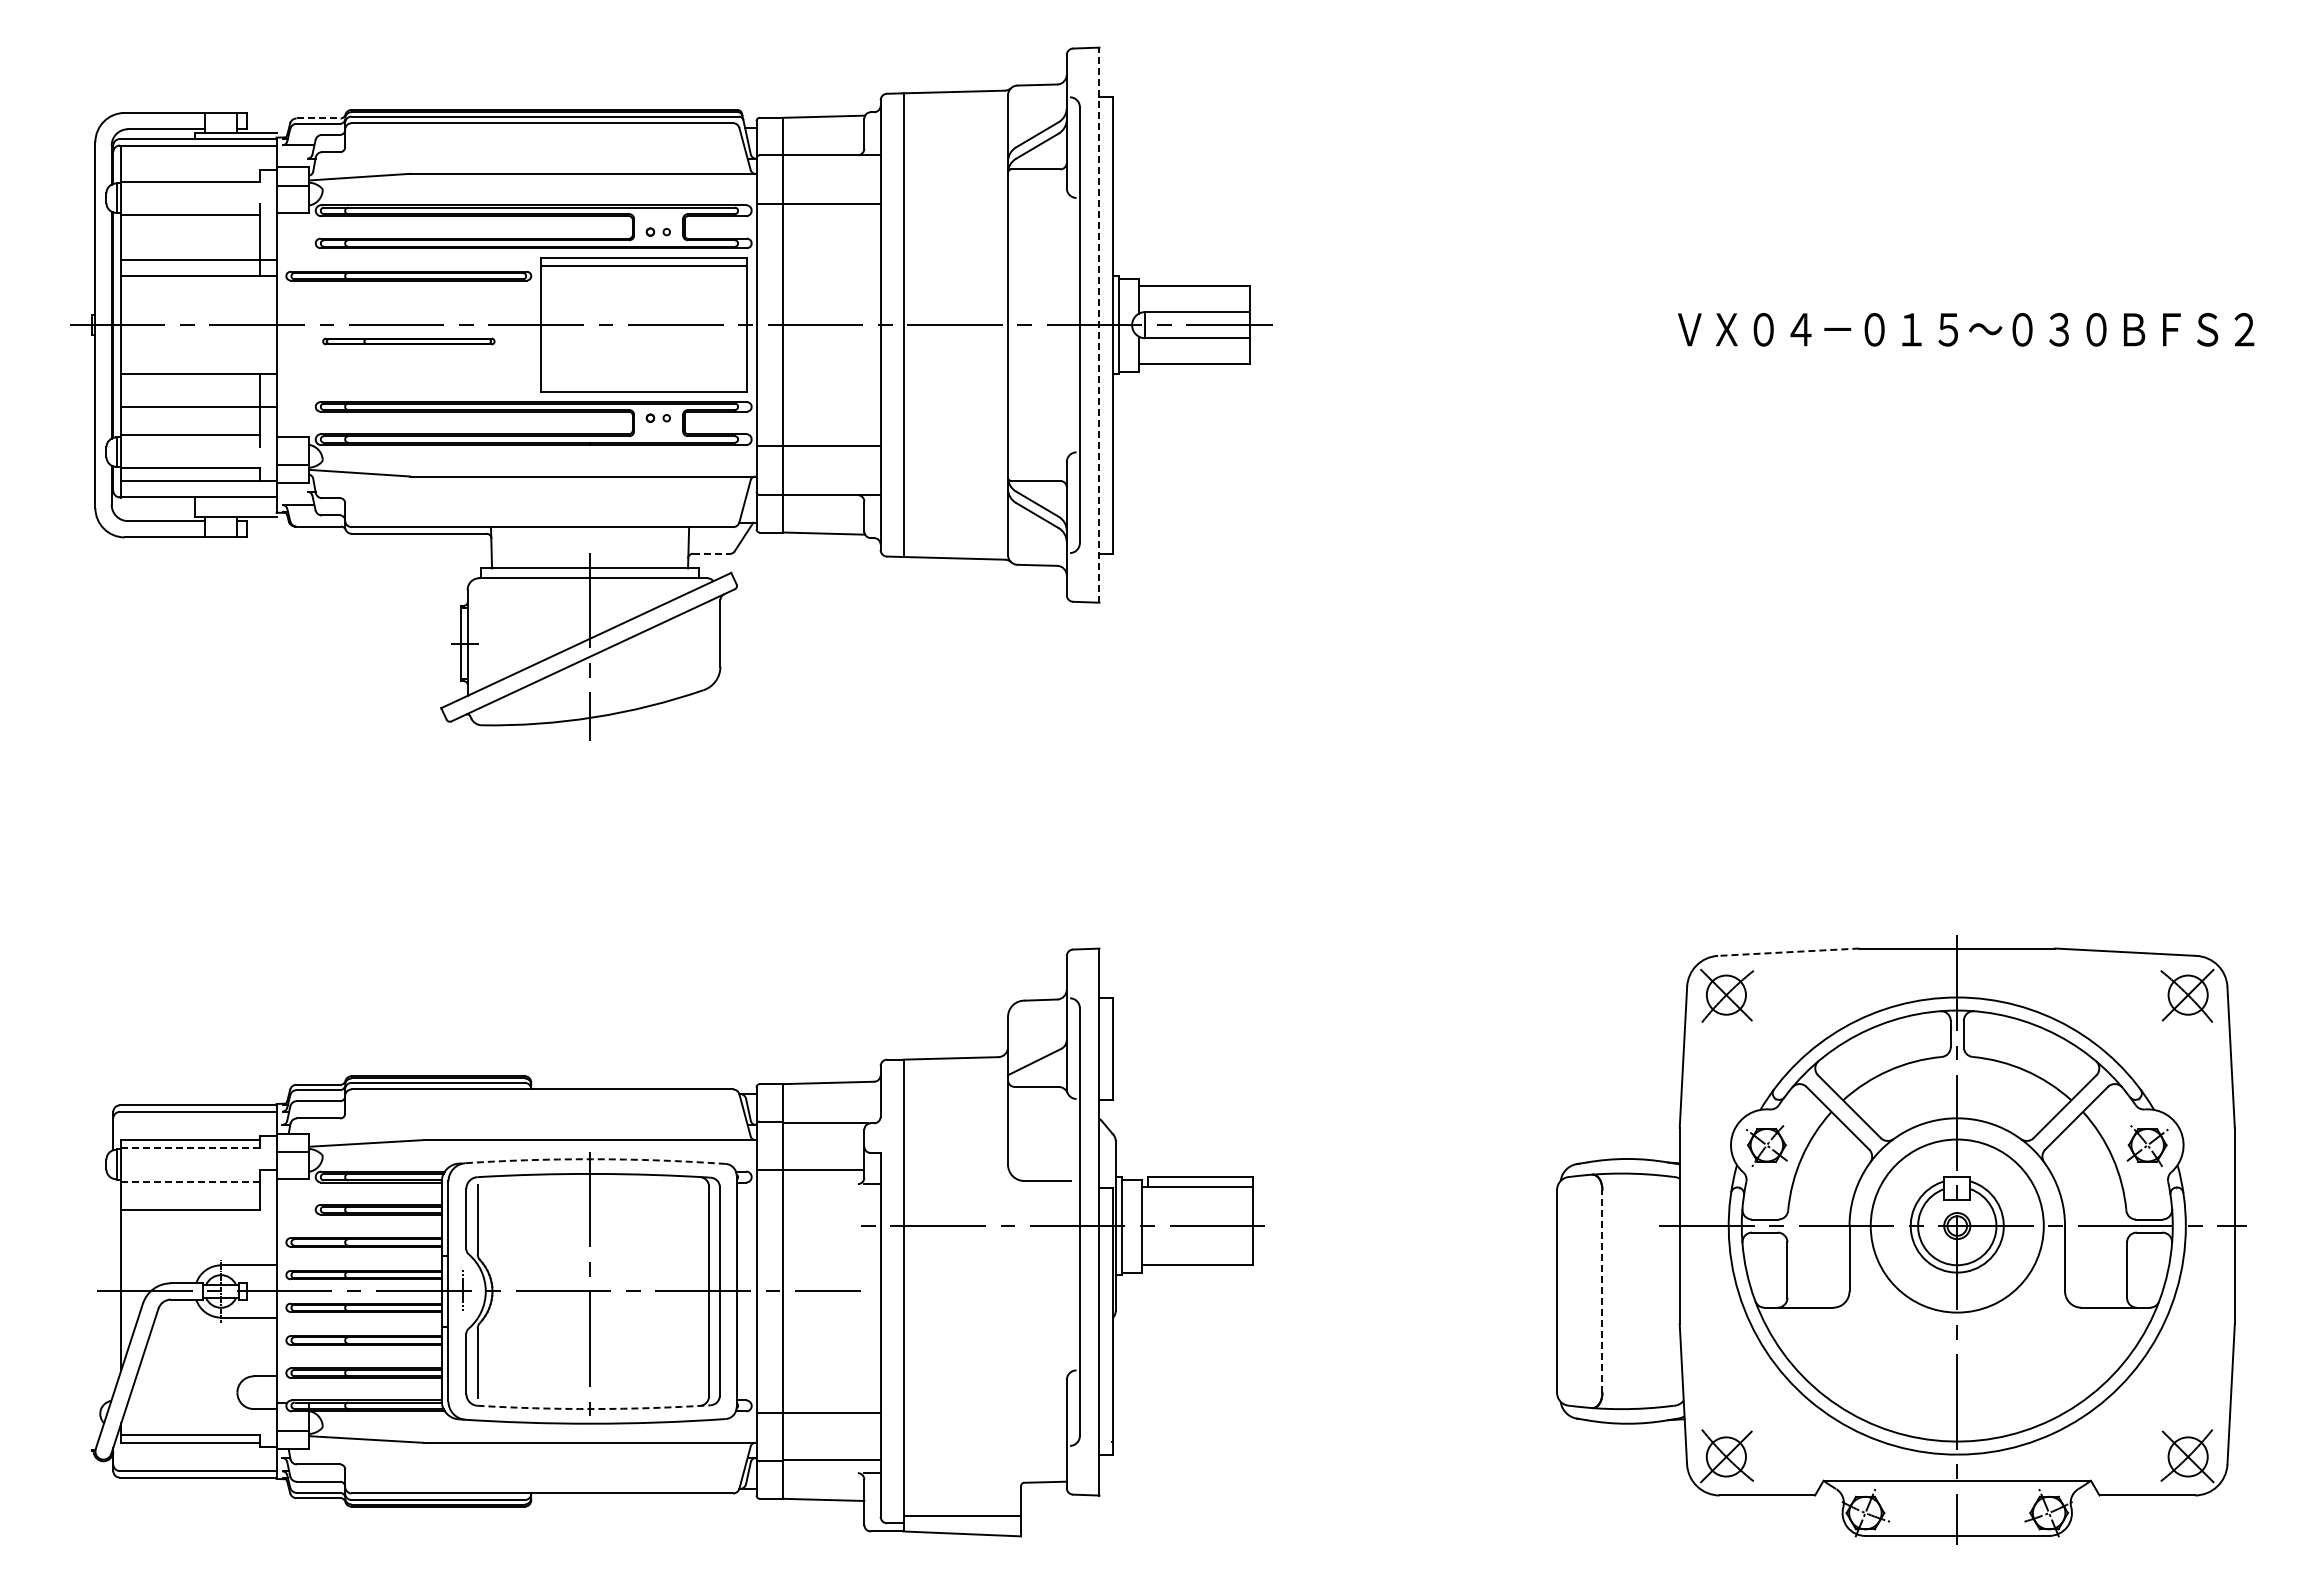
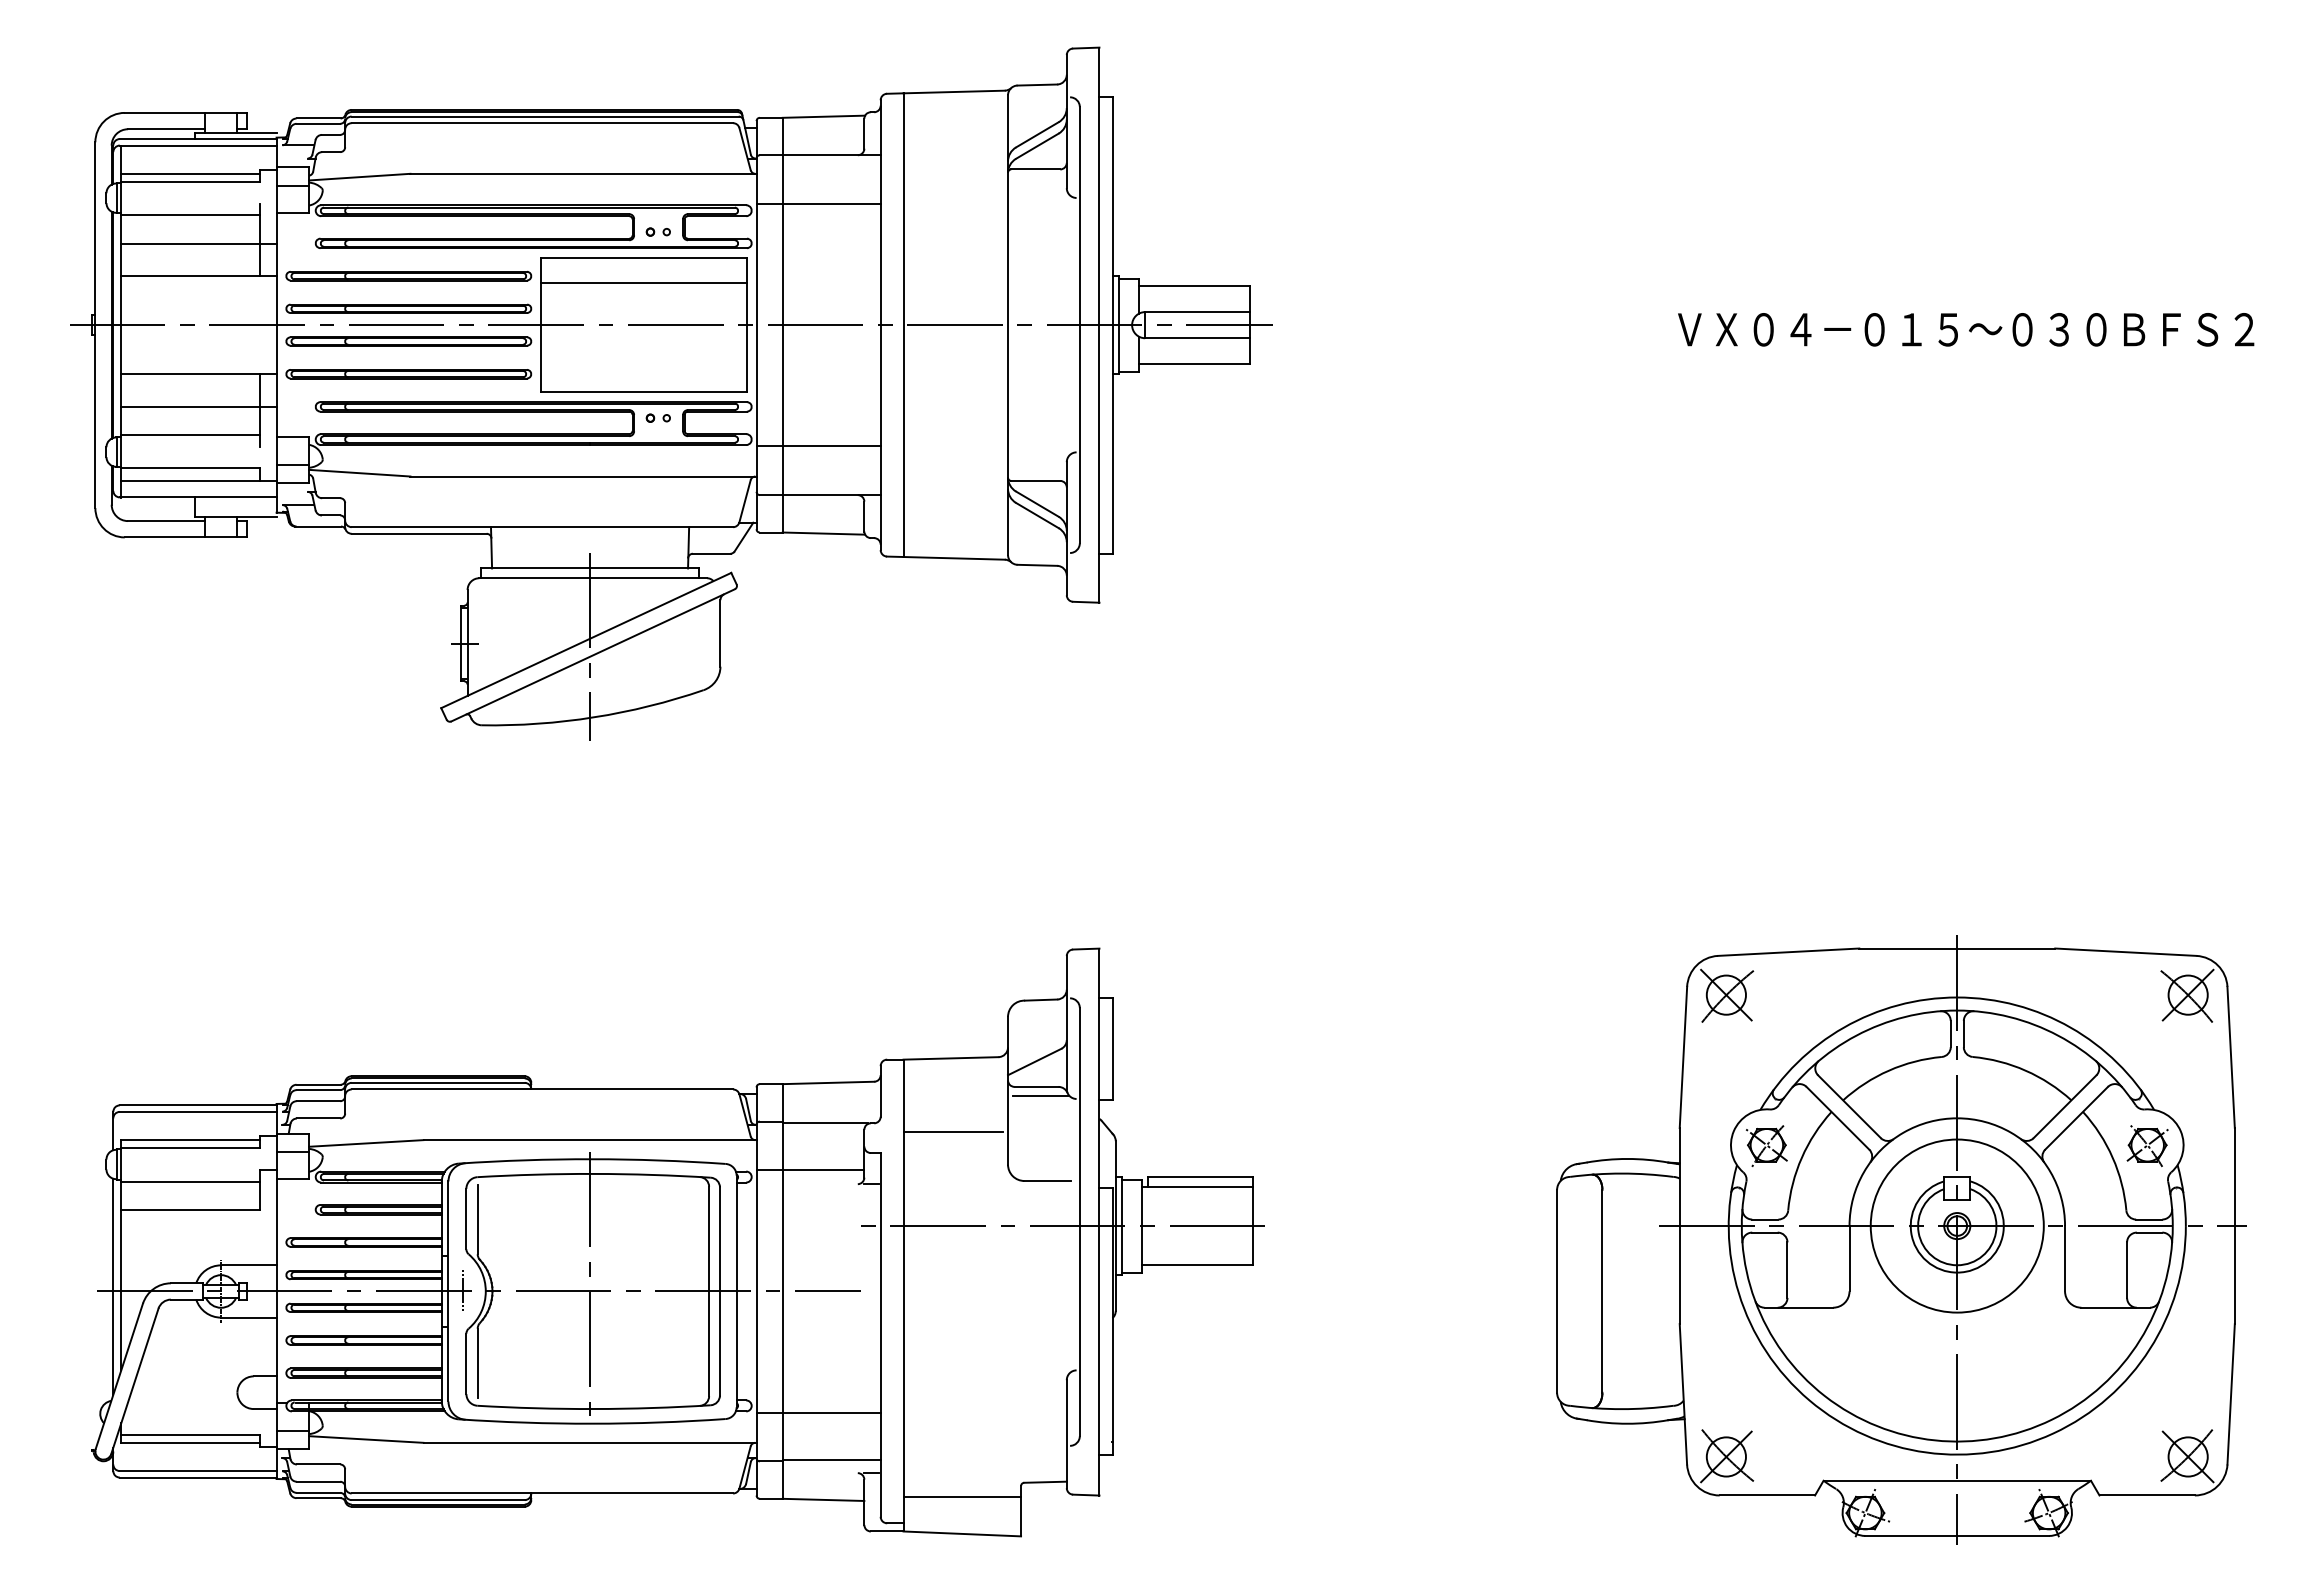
line at (319, 118): dashed -> solid
line at (190, 173): none -> present
line at (198, 259) position: (198, 259) -> (198, 243)
line at (643, 265) position: (643, 265) -> (643, 282)
part at (408, 308): none -> present
line at (1099, 325): dashed -> solid
part at (408, 341) size: 174x9 px -> 248x11 px
part at (408, 374): none -> present
line at (711, 553): dashed -> solid
line at (1788, 952): dashed -> solid
line at (1040, 1096): none -> present
line at (952, 1132): none -> present
line at (191, 1148): dashed -> solid
arc at (592, 1159): dashed -> solid
line at (191, 1181): dashed -> solid
line at (113, 1286): none -> present
line at (1602, 1290): dashed -> solid
arc at (594, 1409): dashed -> solid
line at (962, 1515) position: (962, 1515) -> (962, 1496)
